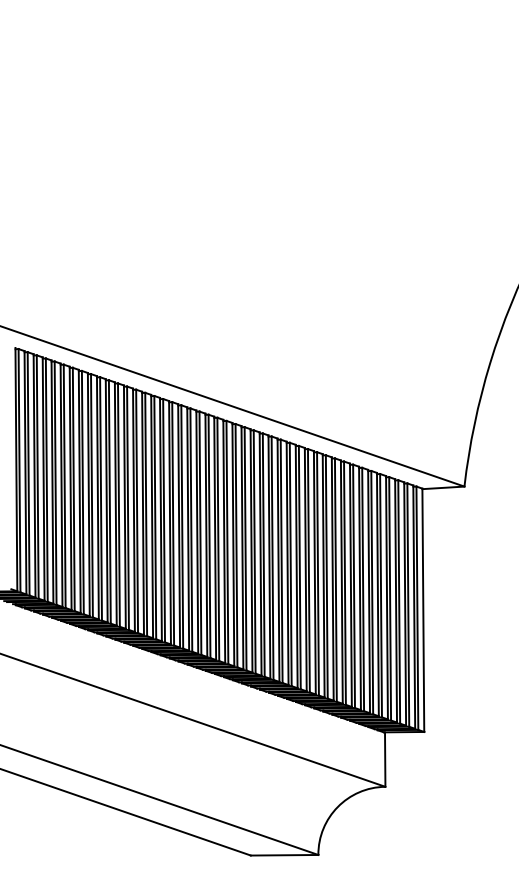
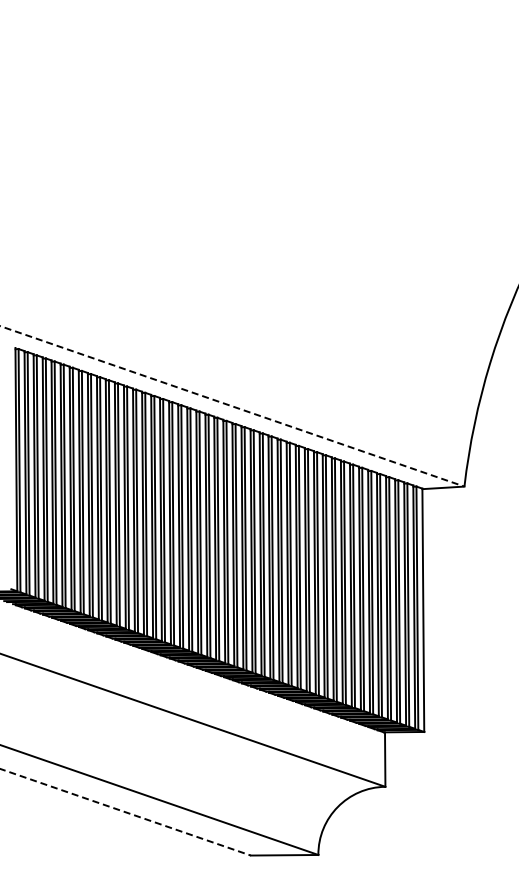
line at (233, 406): solid -> dashed
line at (126, 812): solid -> dashed
